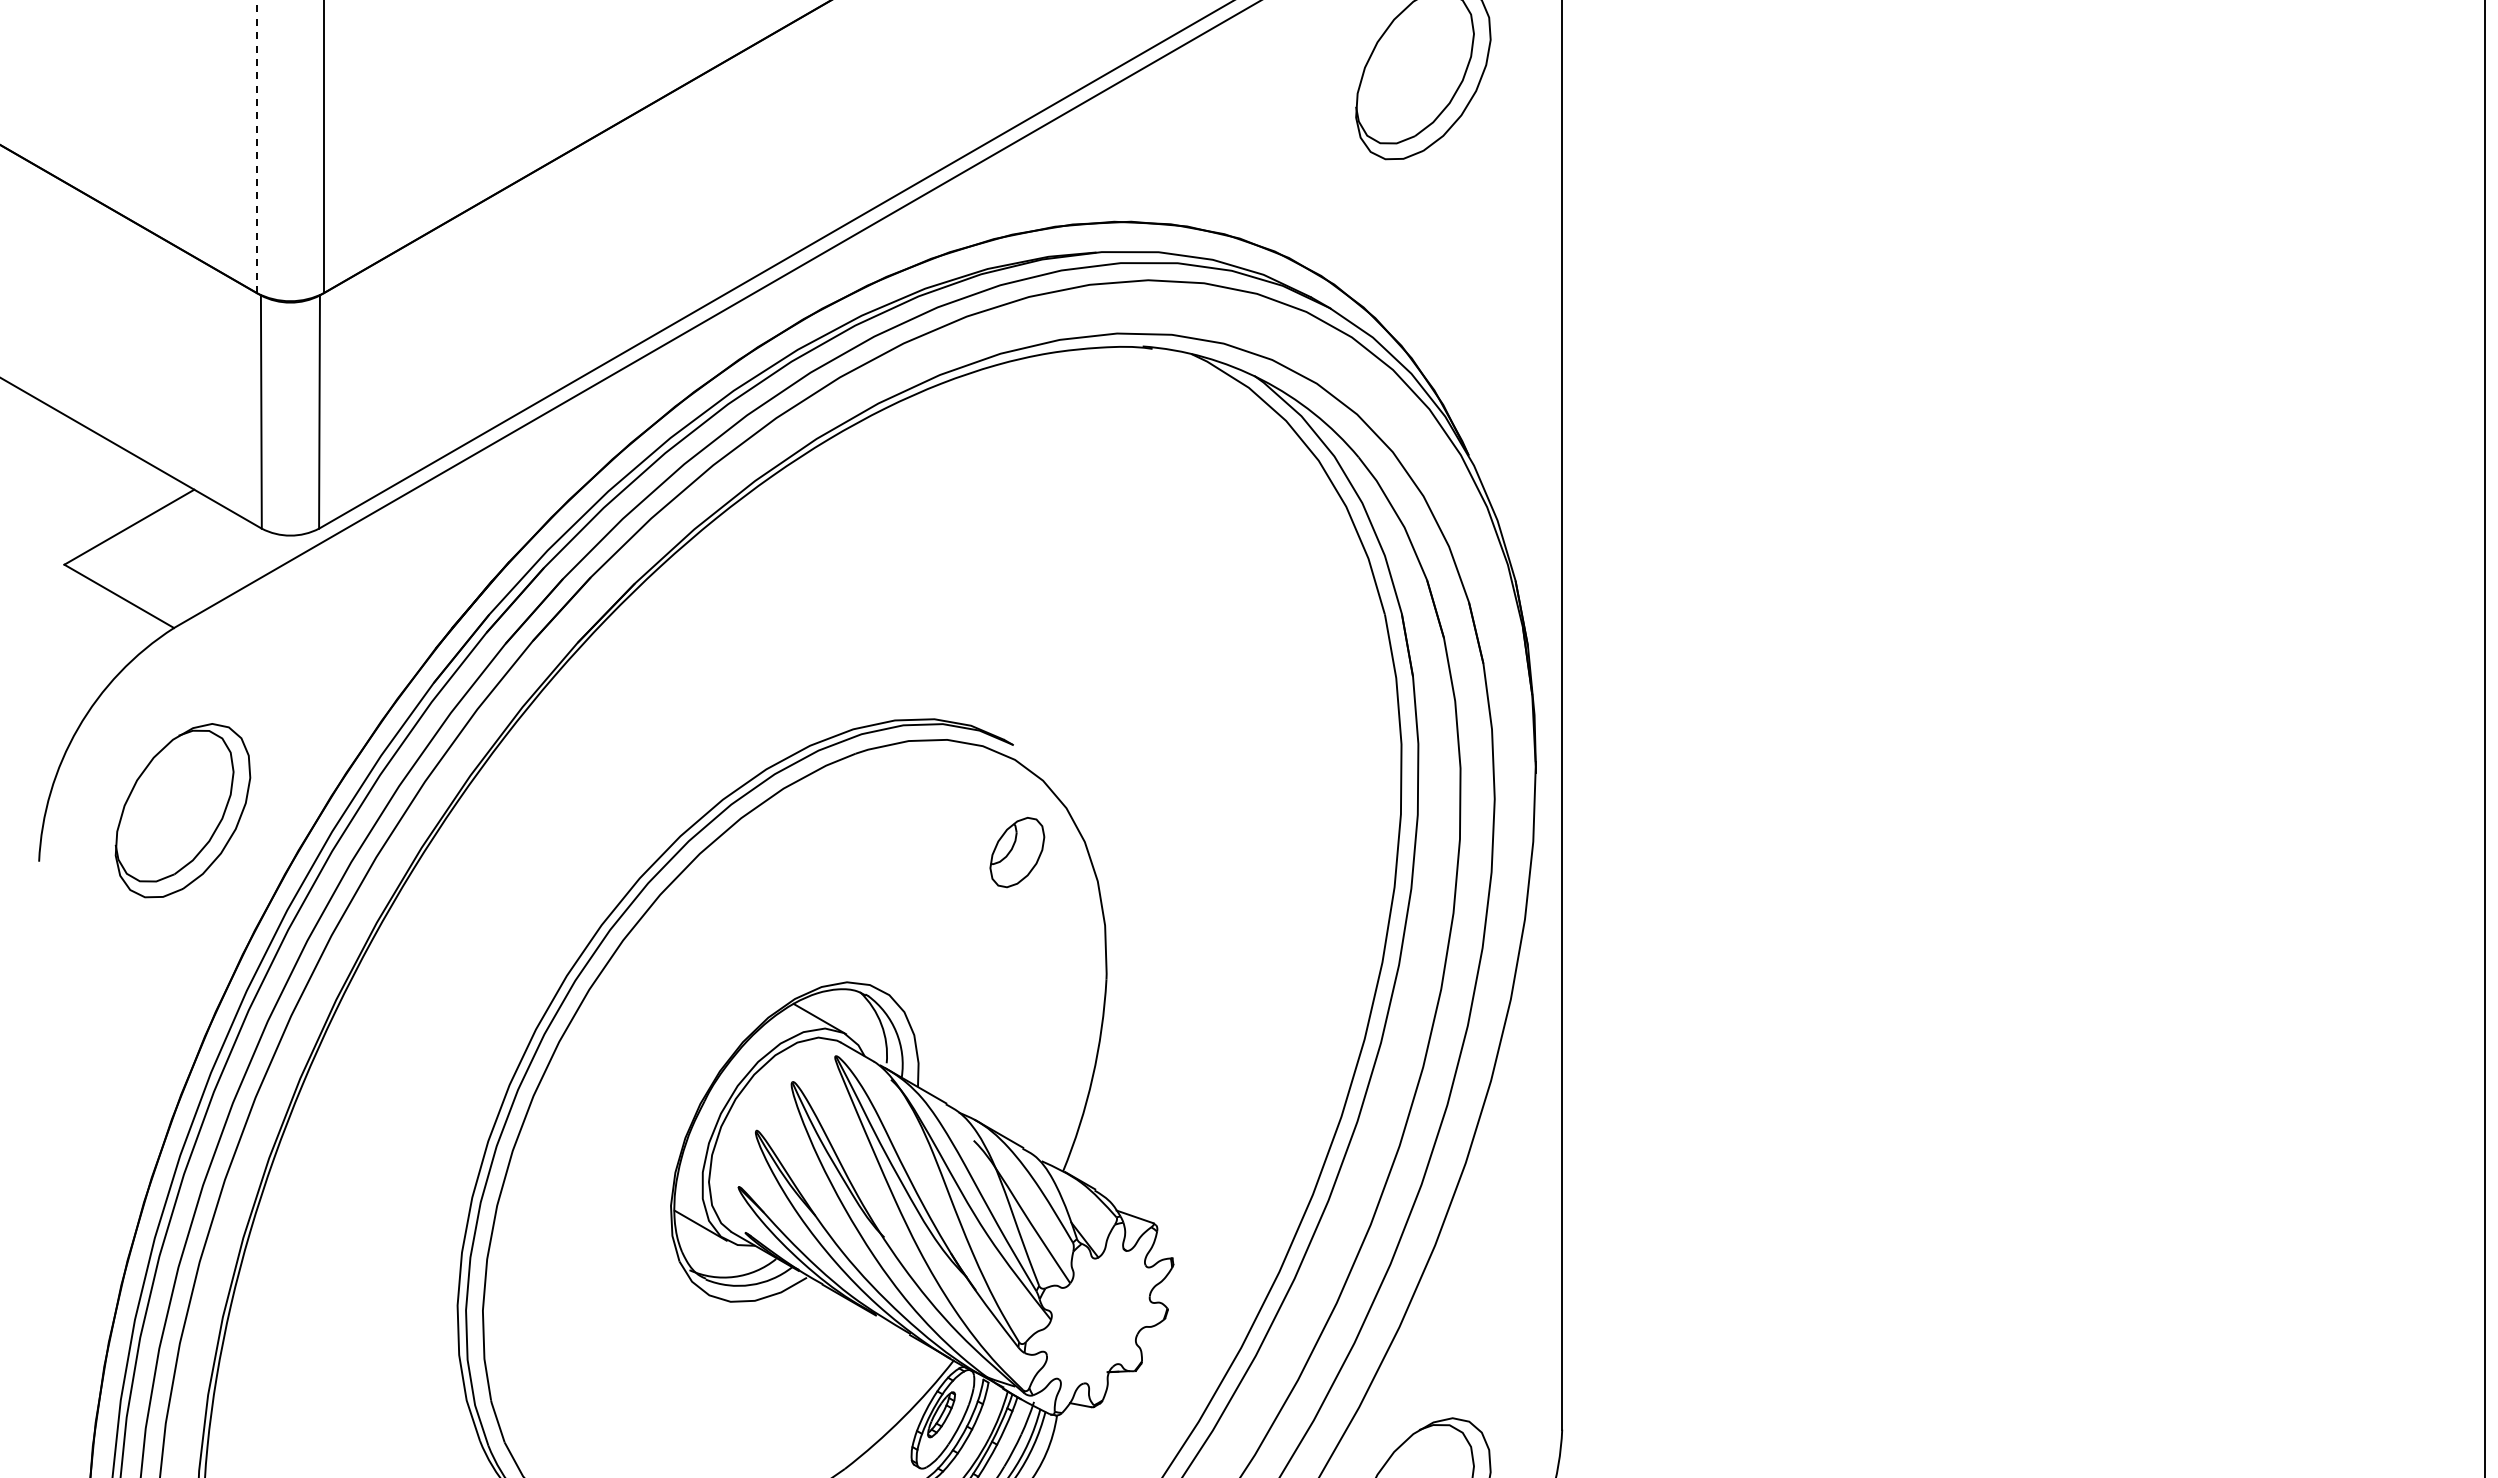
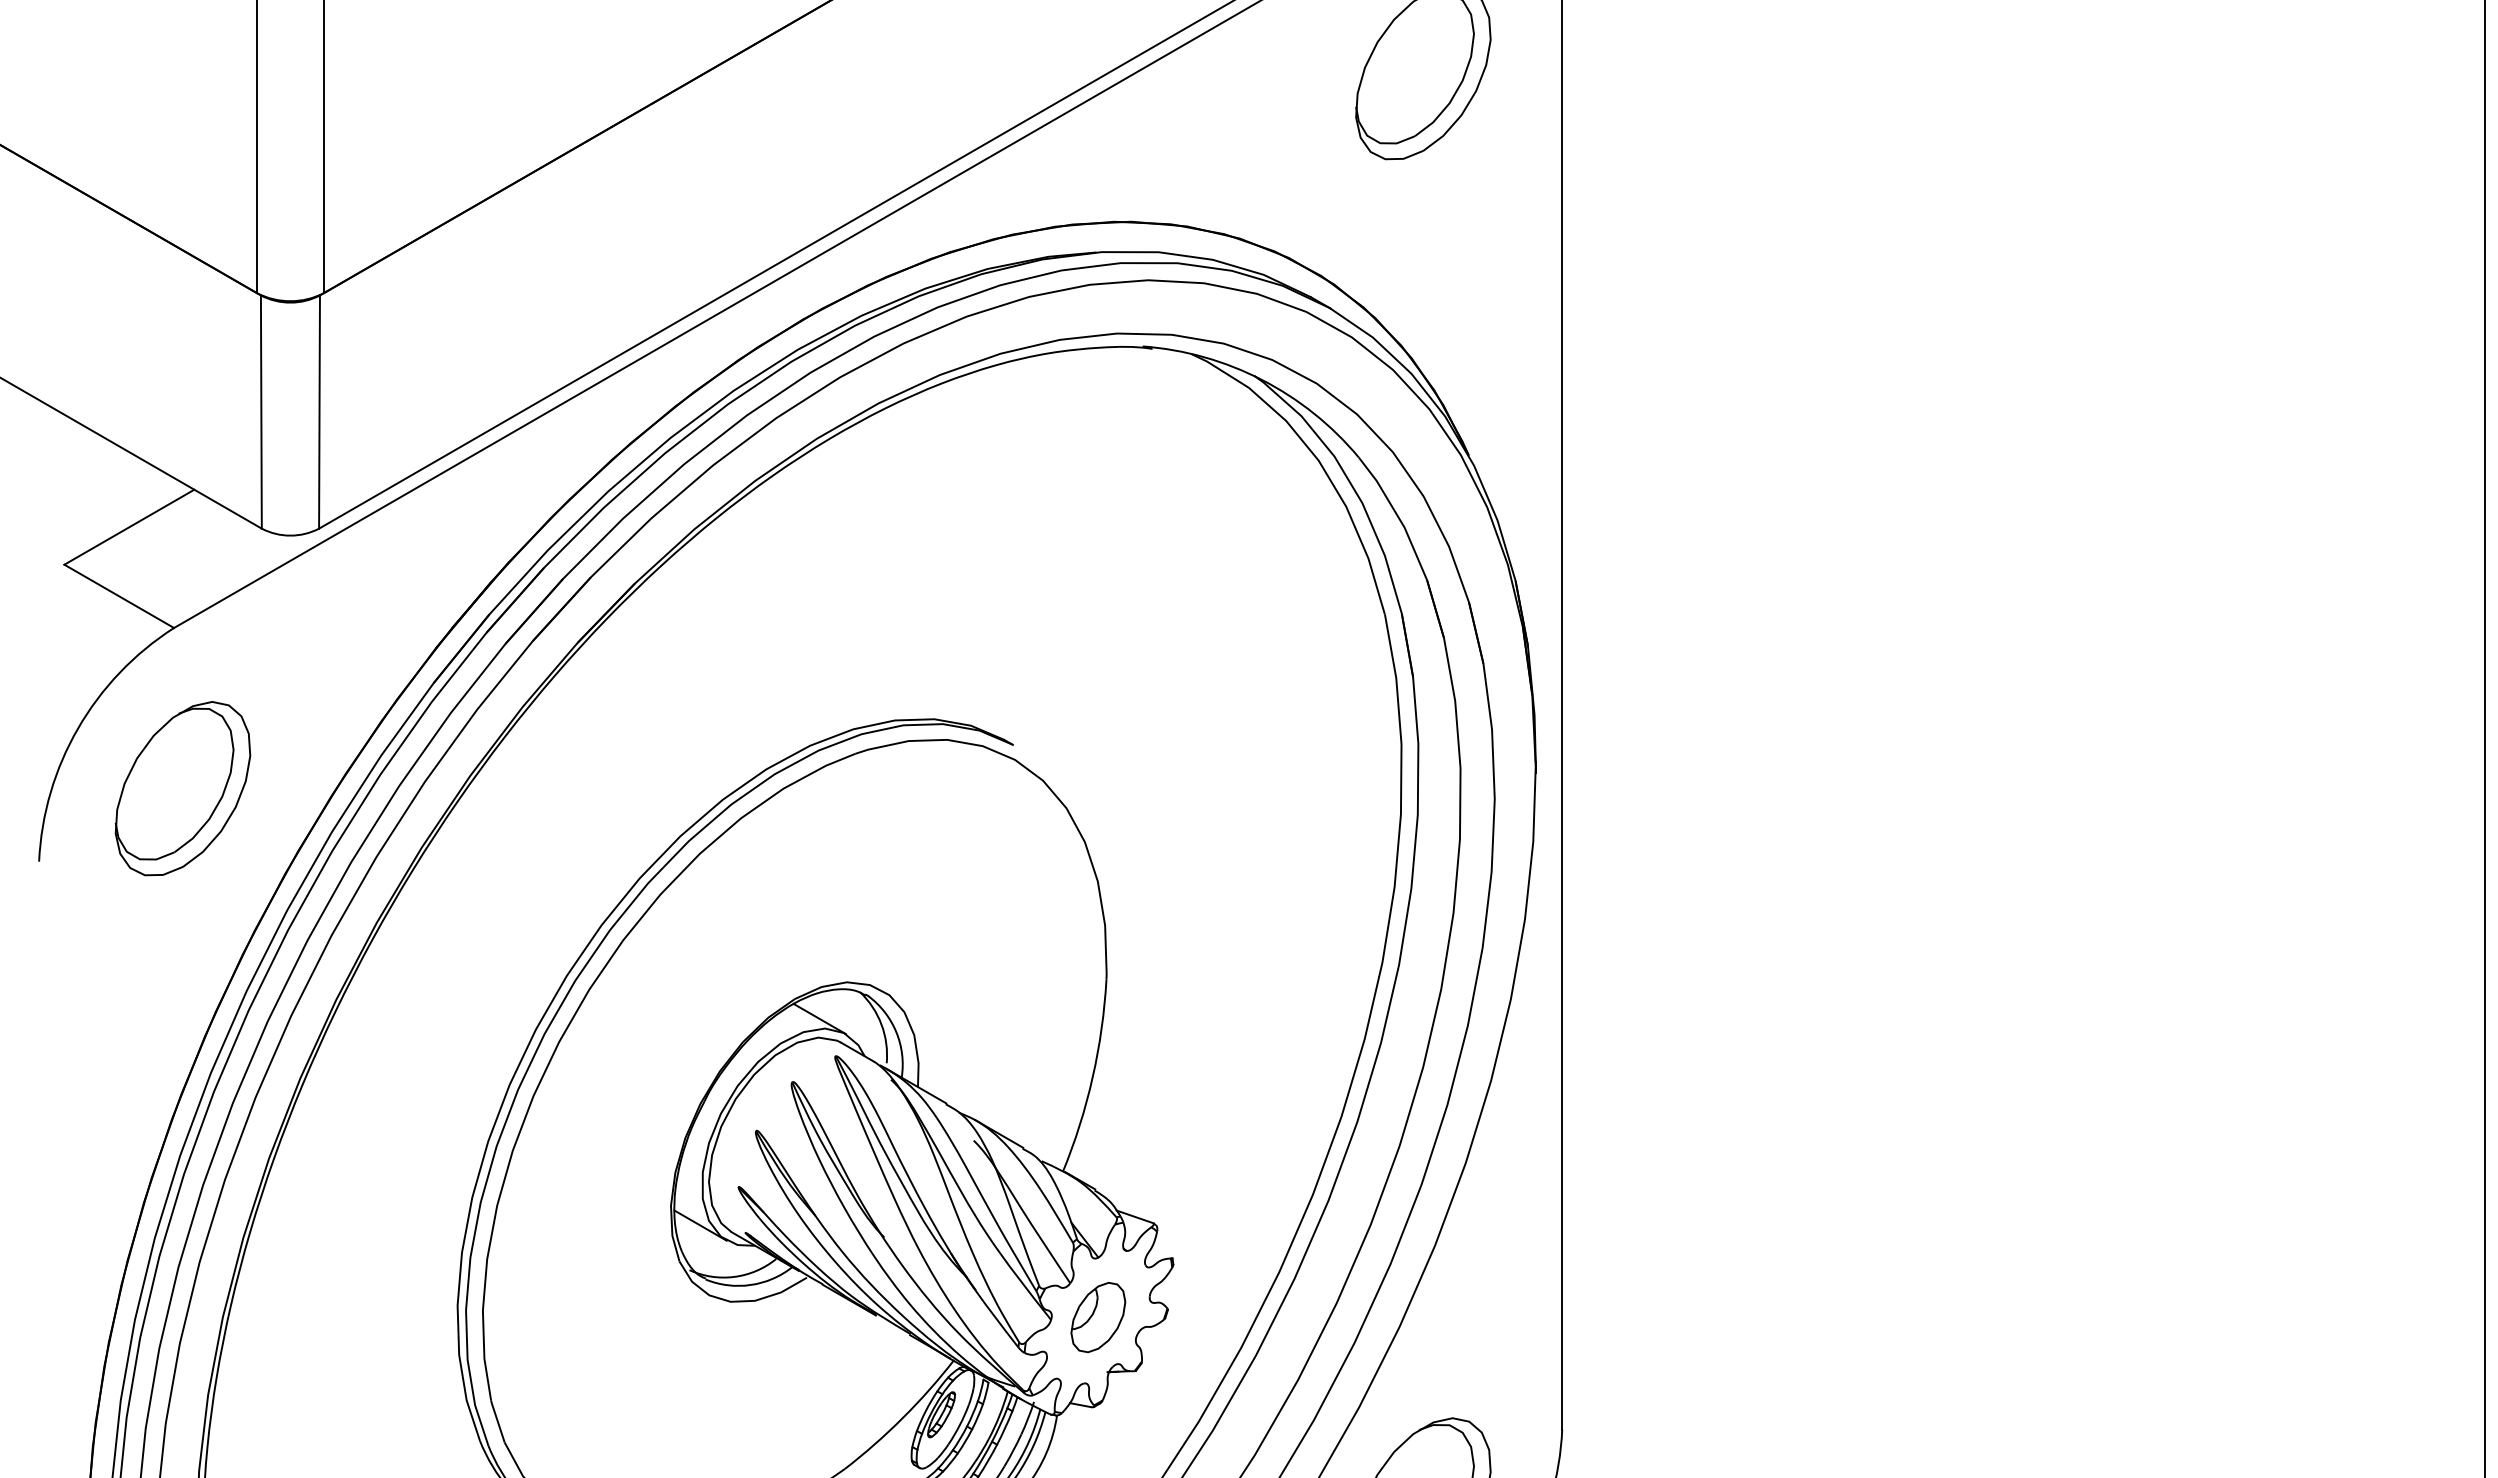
line at (256, 146): dashed -> solid
part at (182, 810) position: (182, 810) -> (182, 788)
part at (1017, 852) position: (1017, 852) -> (1098, 1317)
